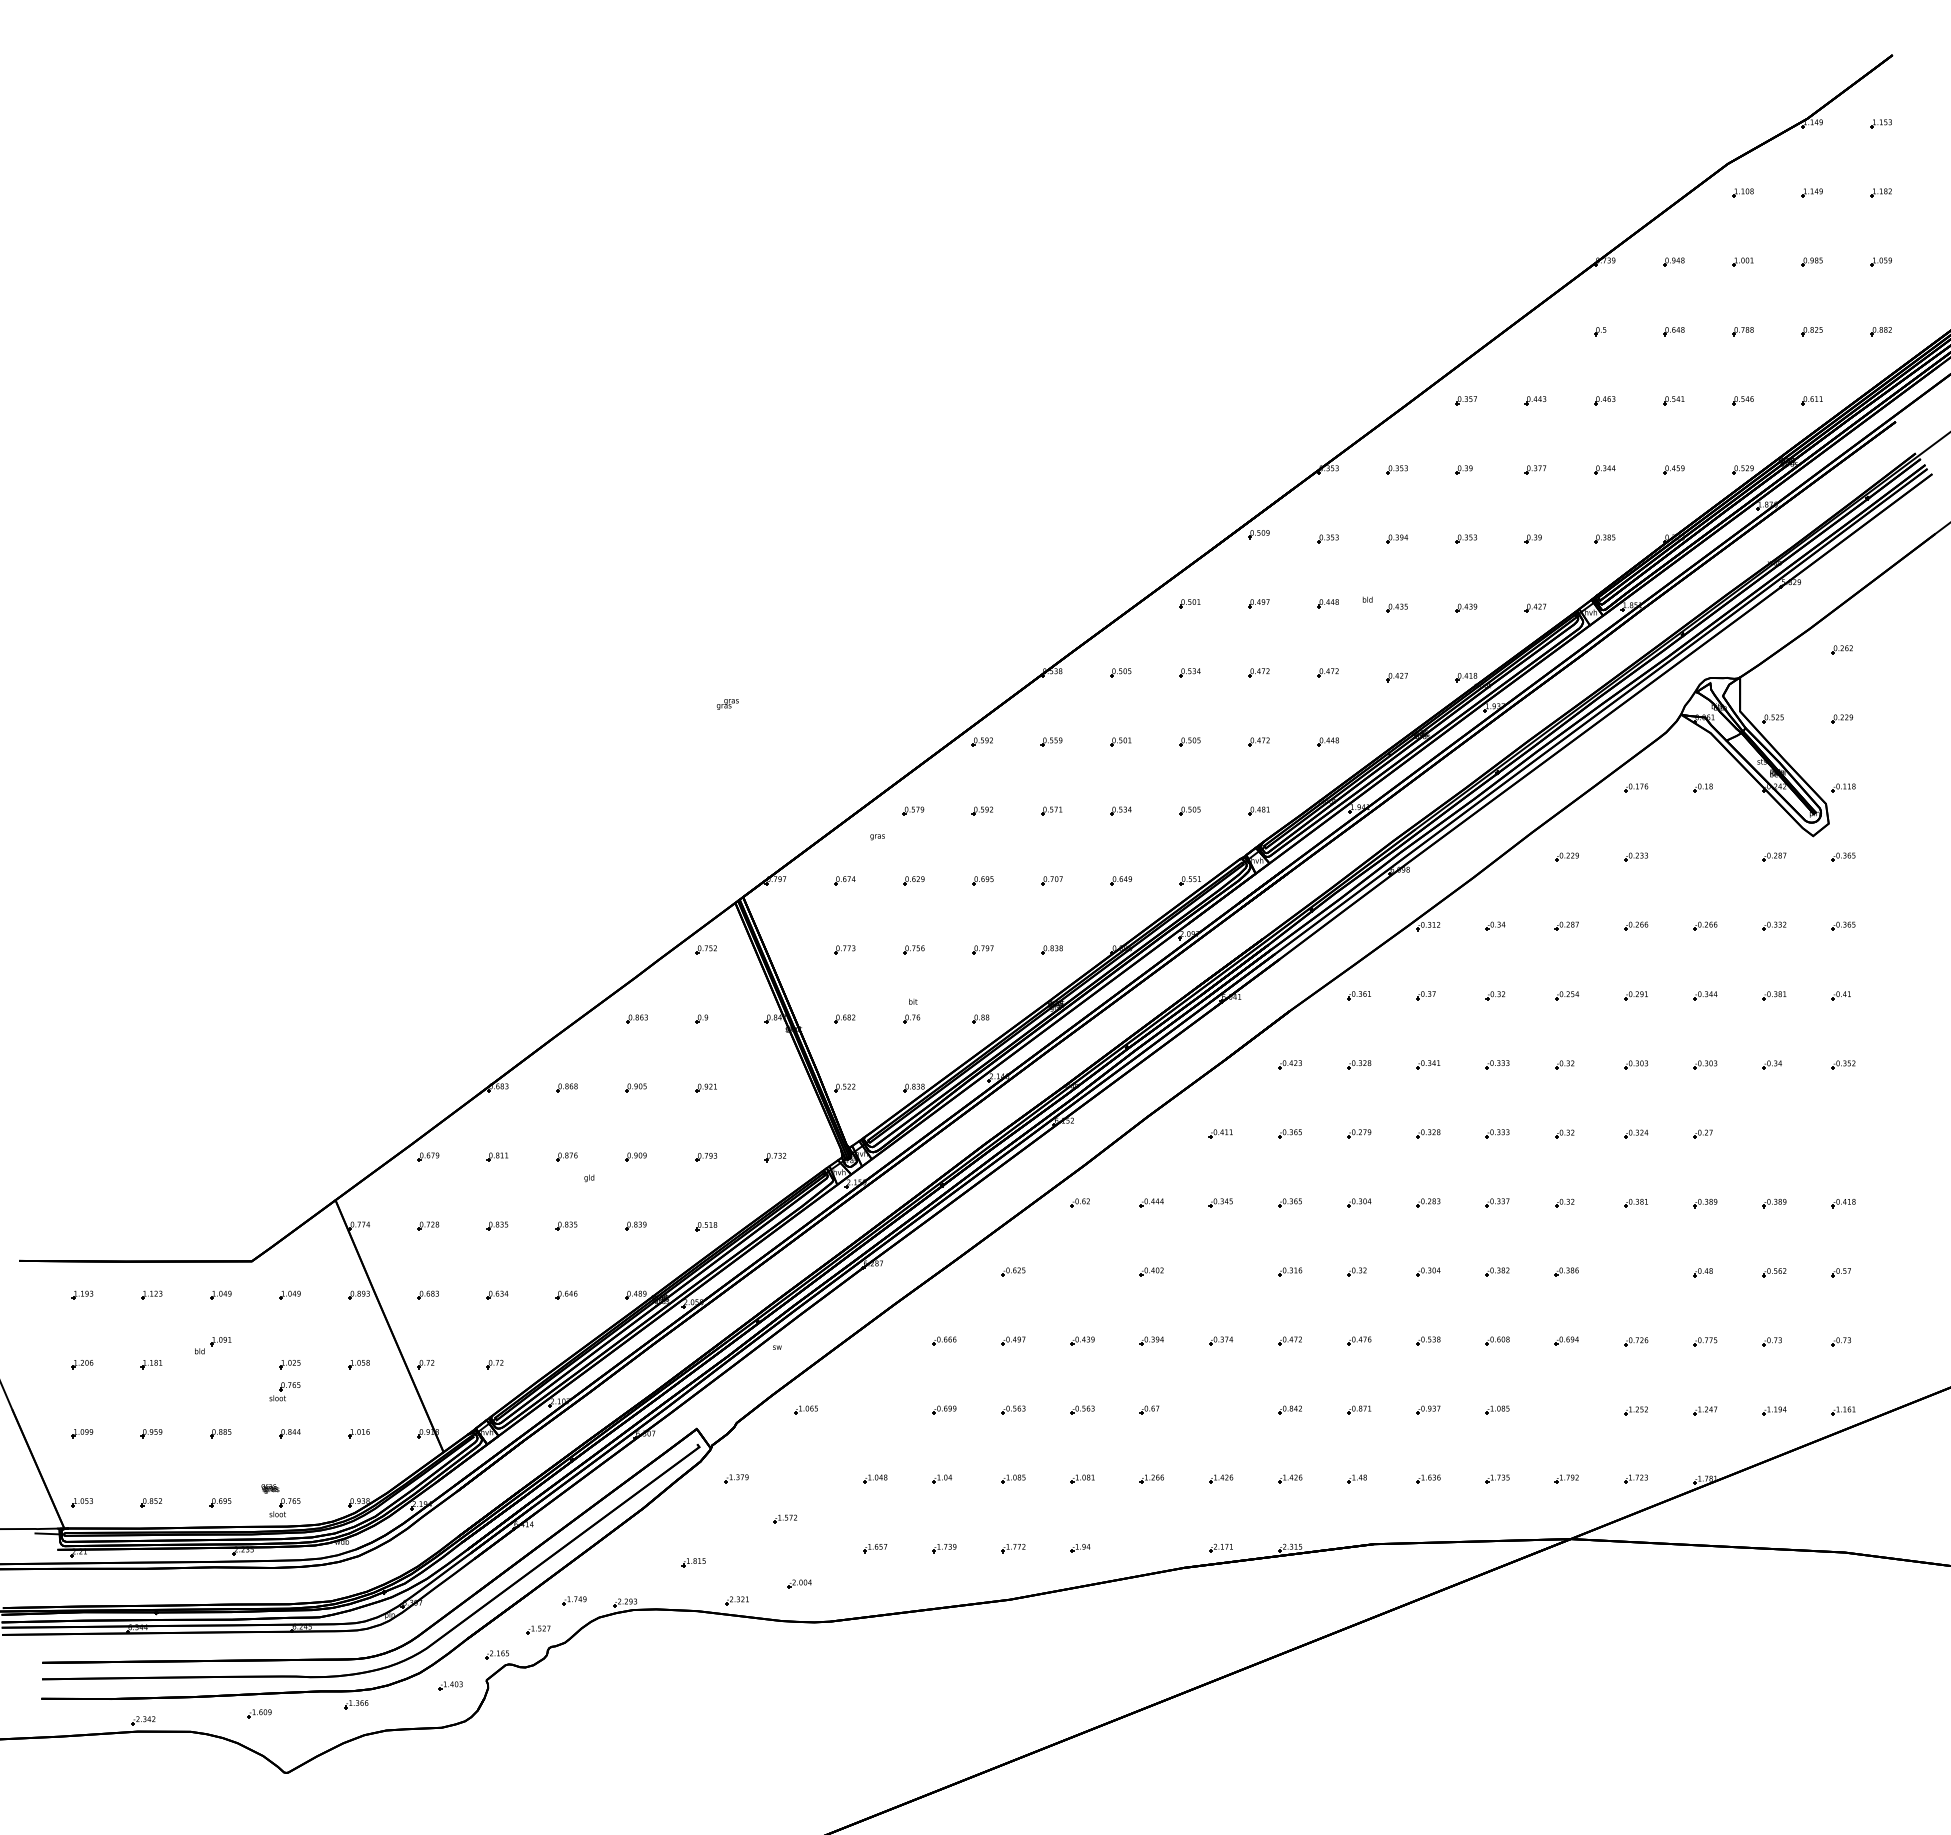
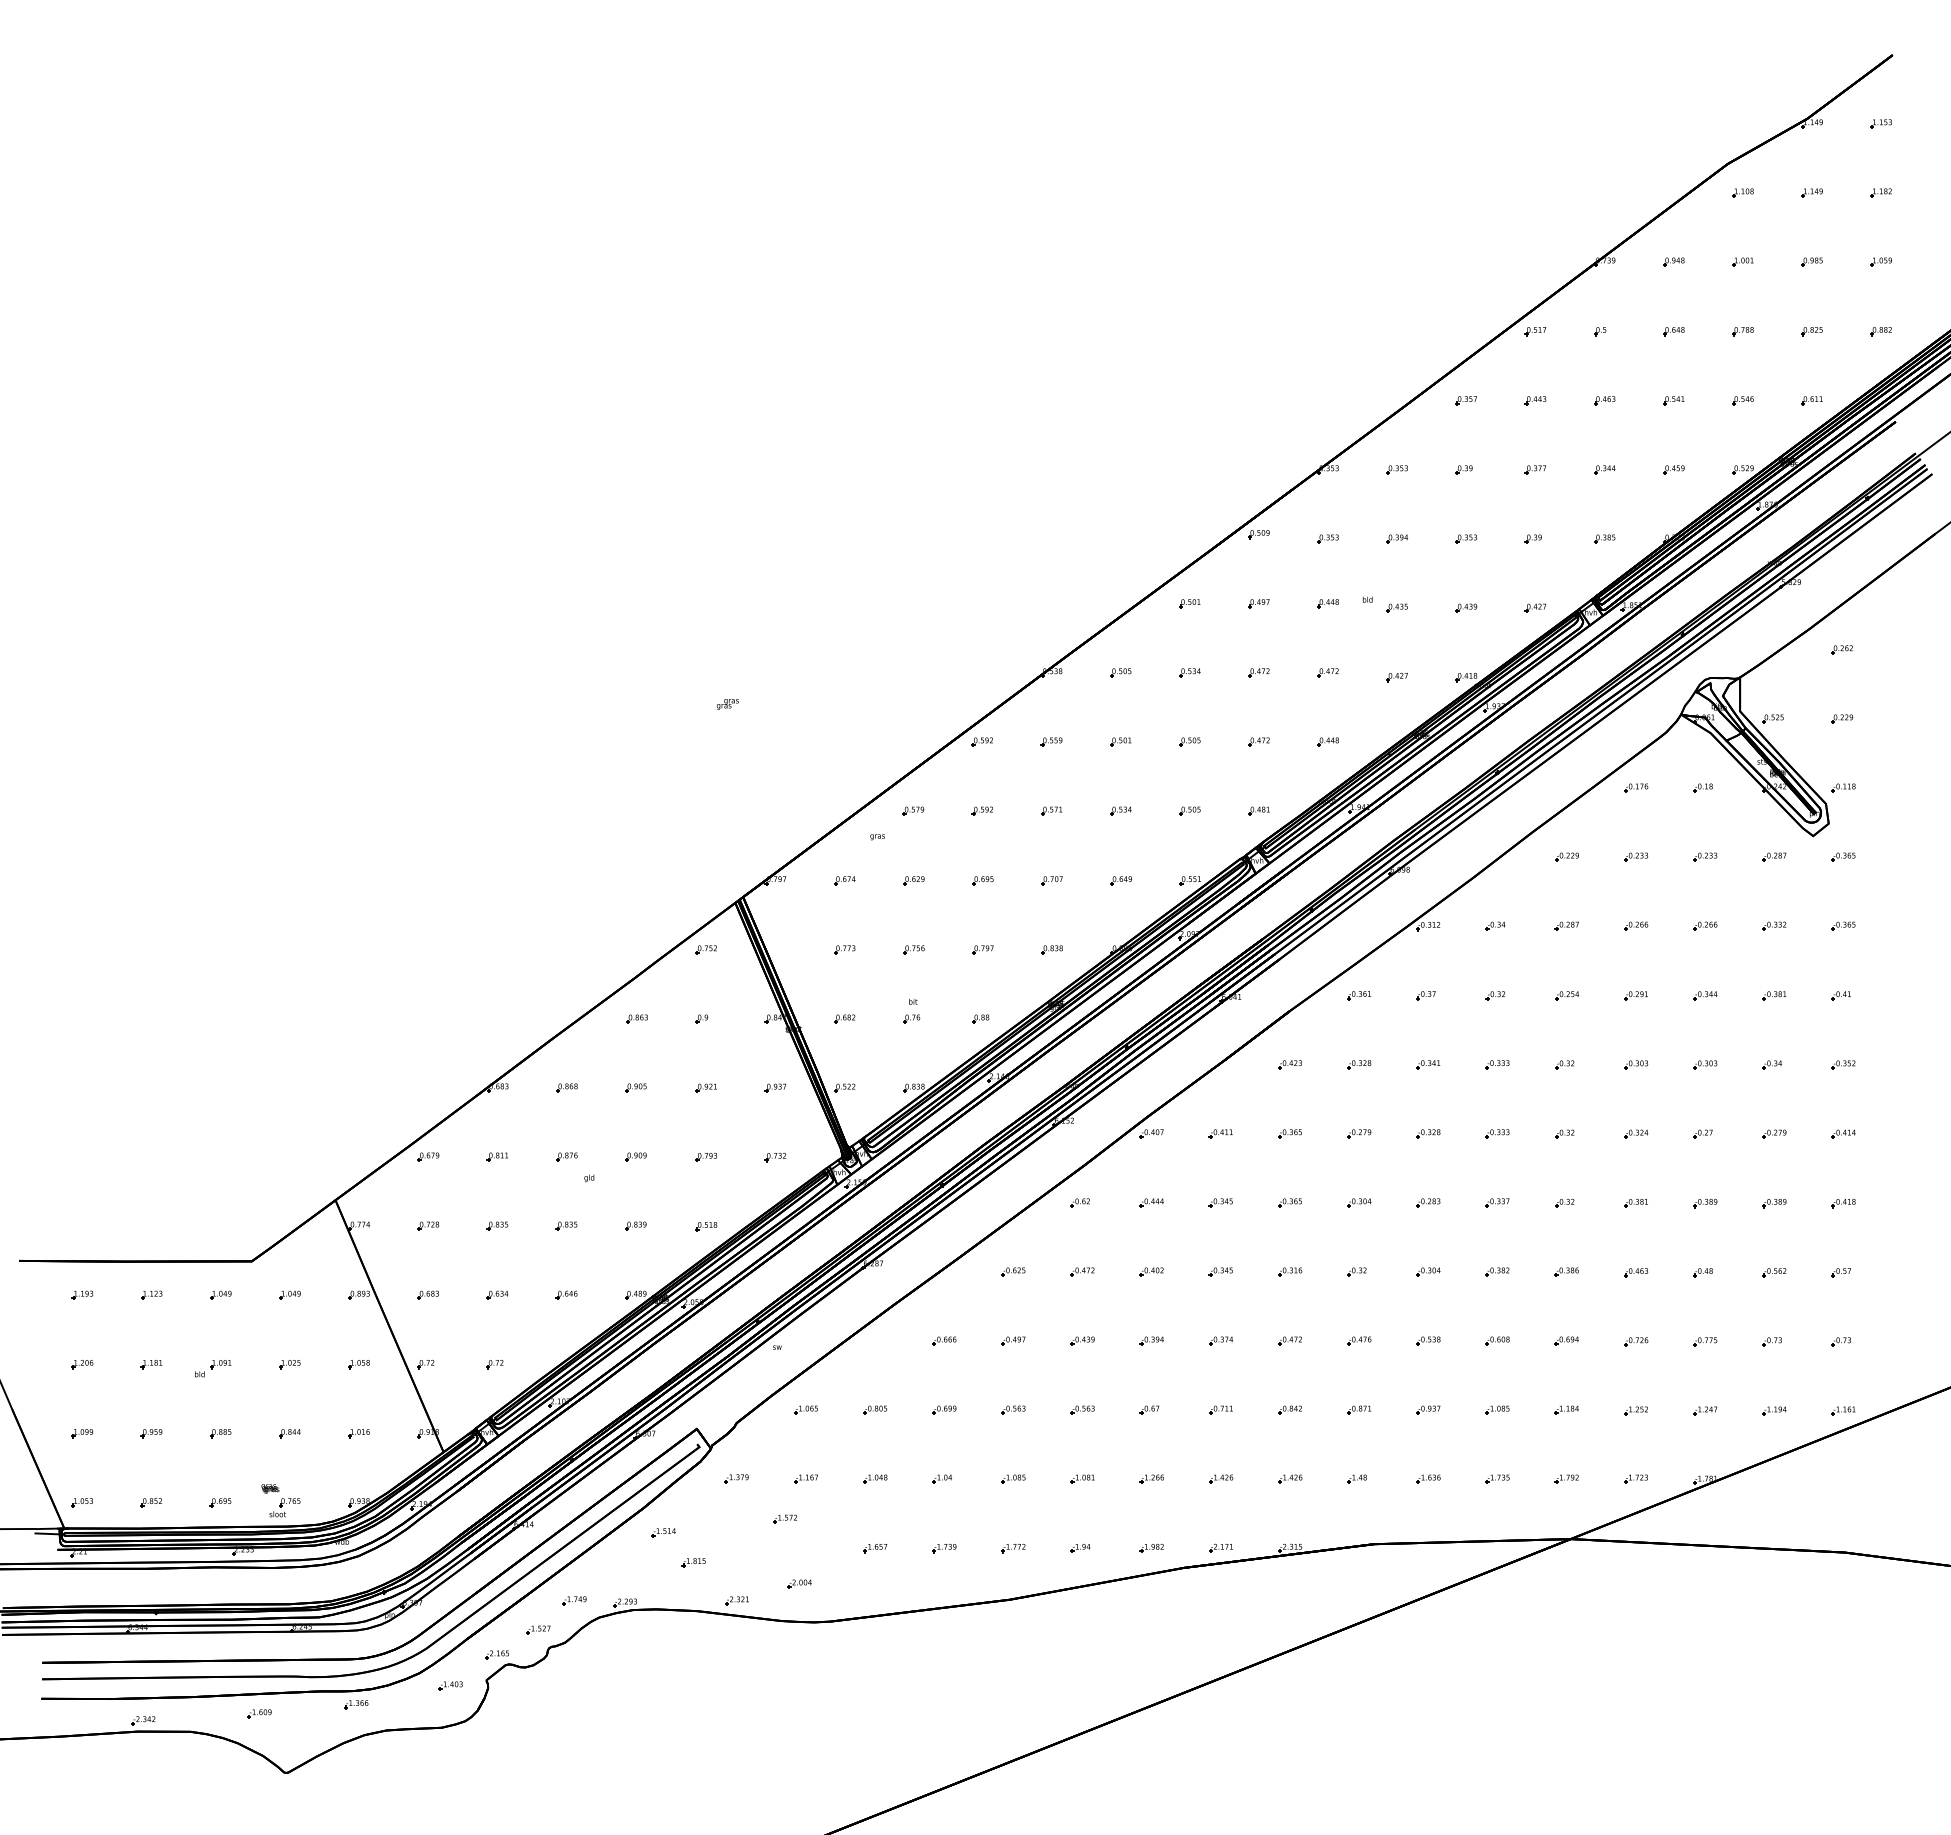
part at (1535, 331): none -> present
part at (1705, 856): none -> present
part at (775, 1087): none -> present
part at (1151, 1133): none -> present
part at (1774, 1133): none -> present
part at (1843, 1133): none -> present
part at (1082, 1271): none -> present
part at (1220, 1271): none -> present
part at (1636, 1272): none -> present
part at (213, 1345) position: (213, 1345) -> (213, 1368)
part at (284, 1391): present -> none
part at (875, 1409): none -> present
part at (1220, 1409): none -> present
part at (1566, 1409): none -> present
part at (805, 1478): none -> present
part at (663, 1532): none -> present
part at (1151, 1547): none -> present
